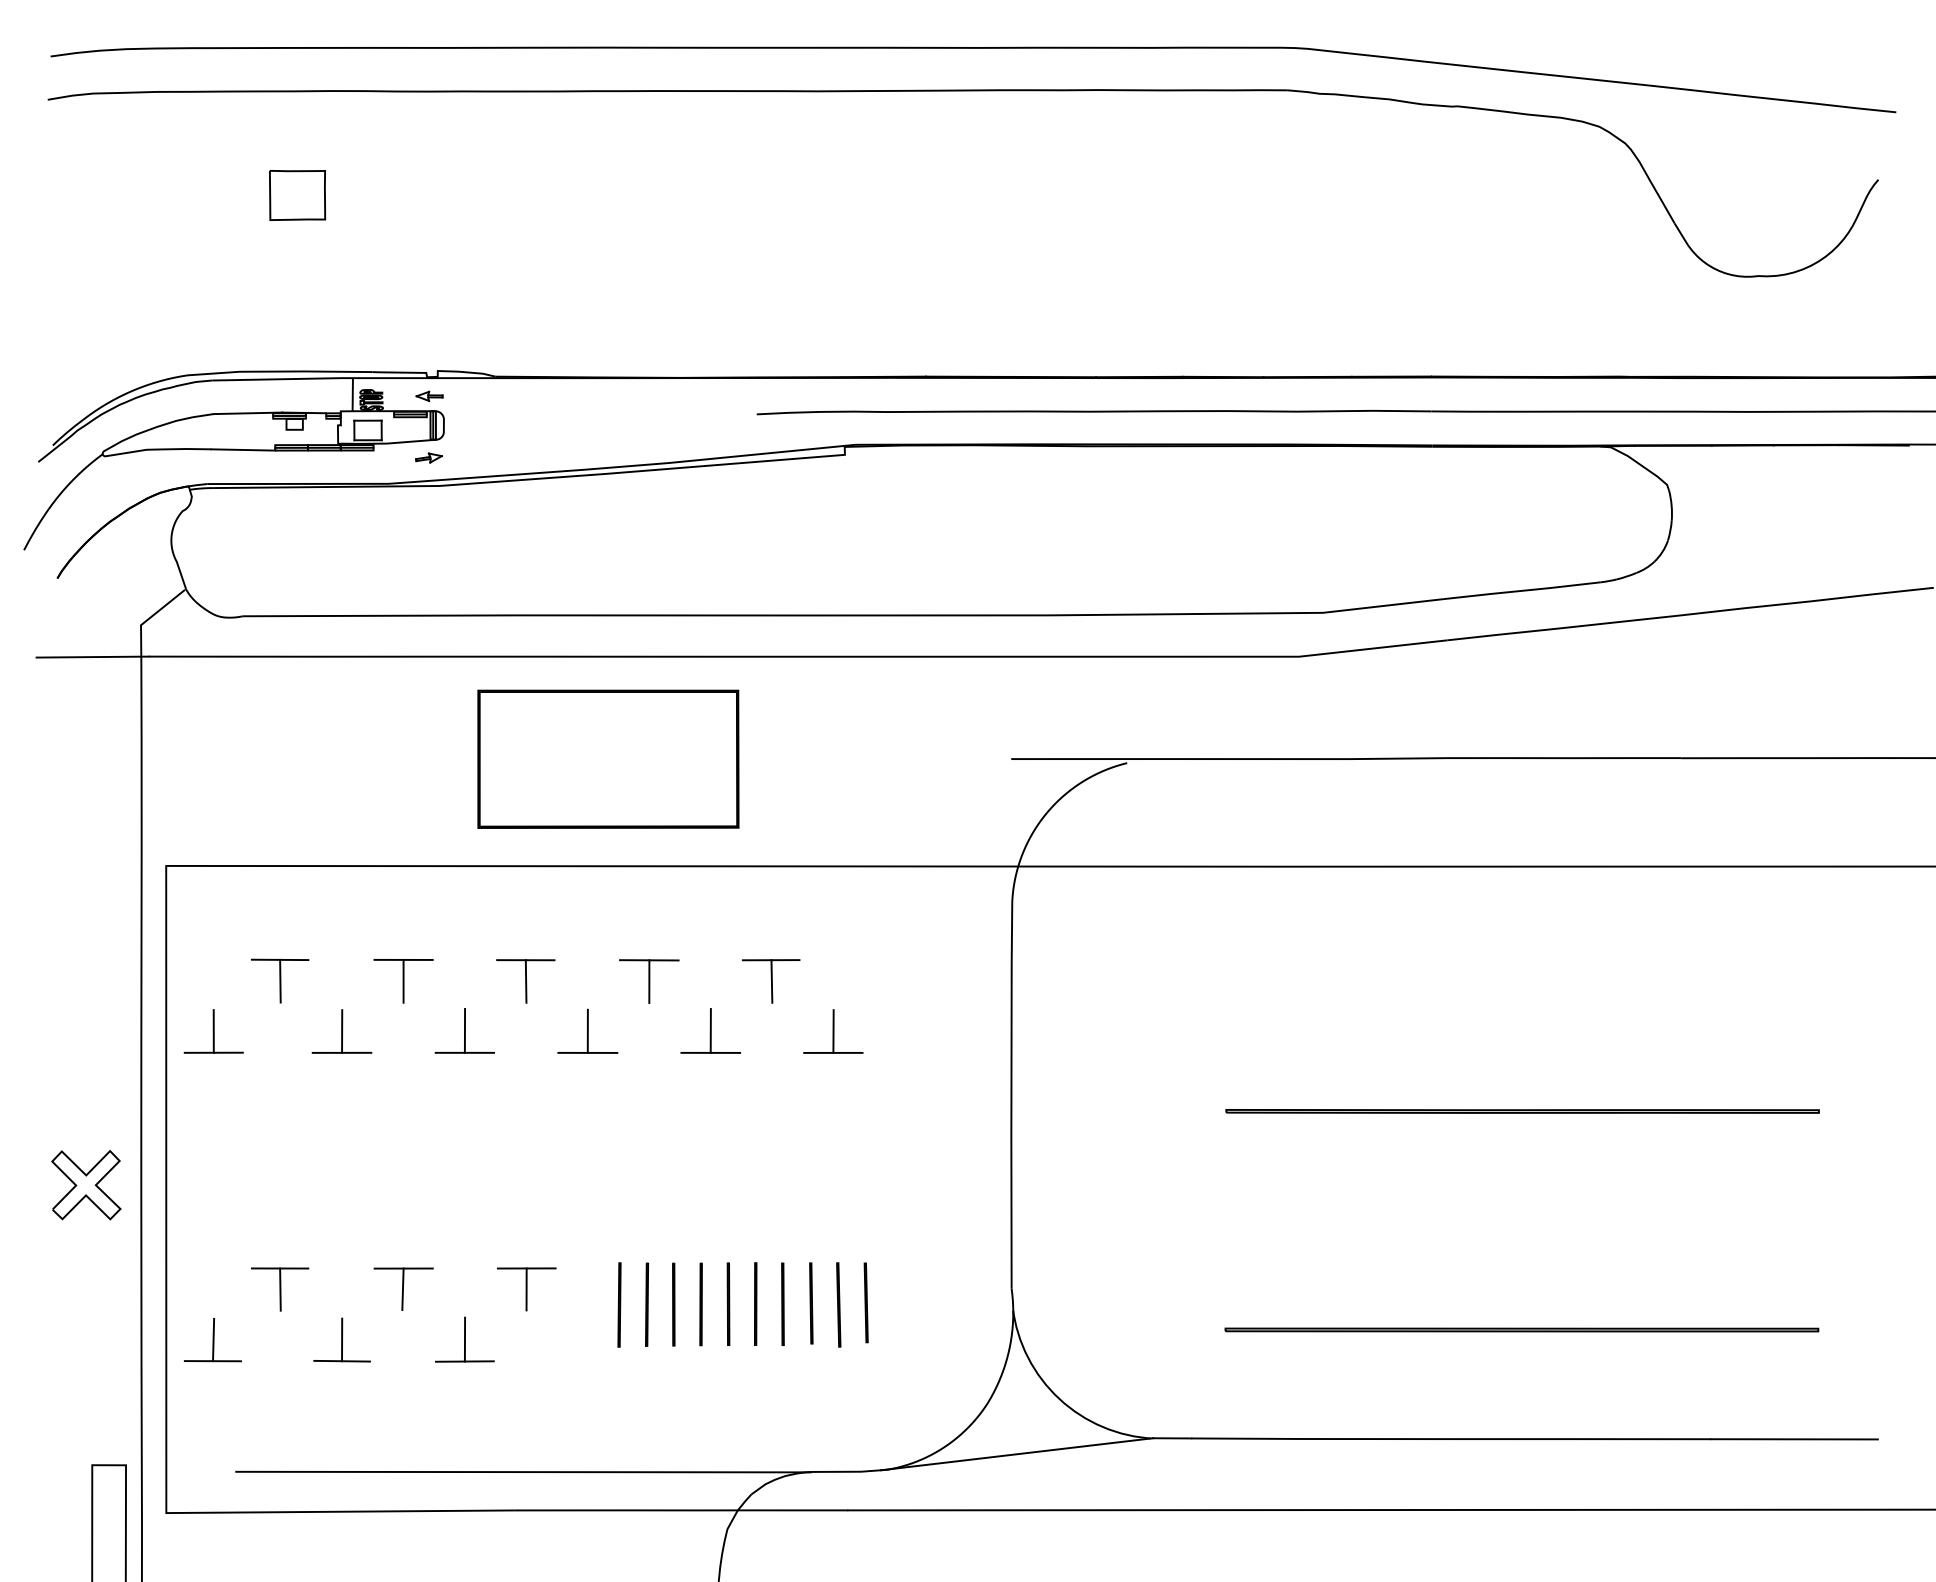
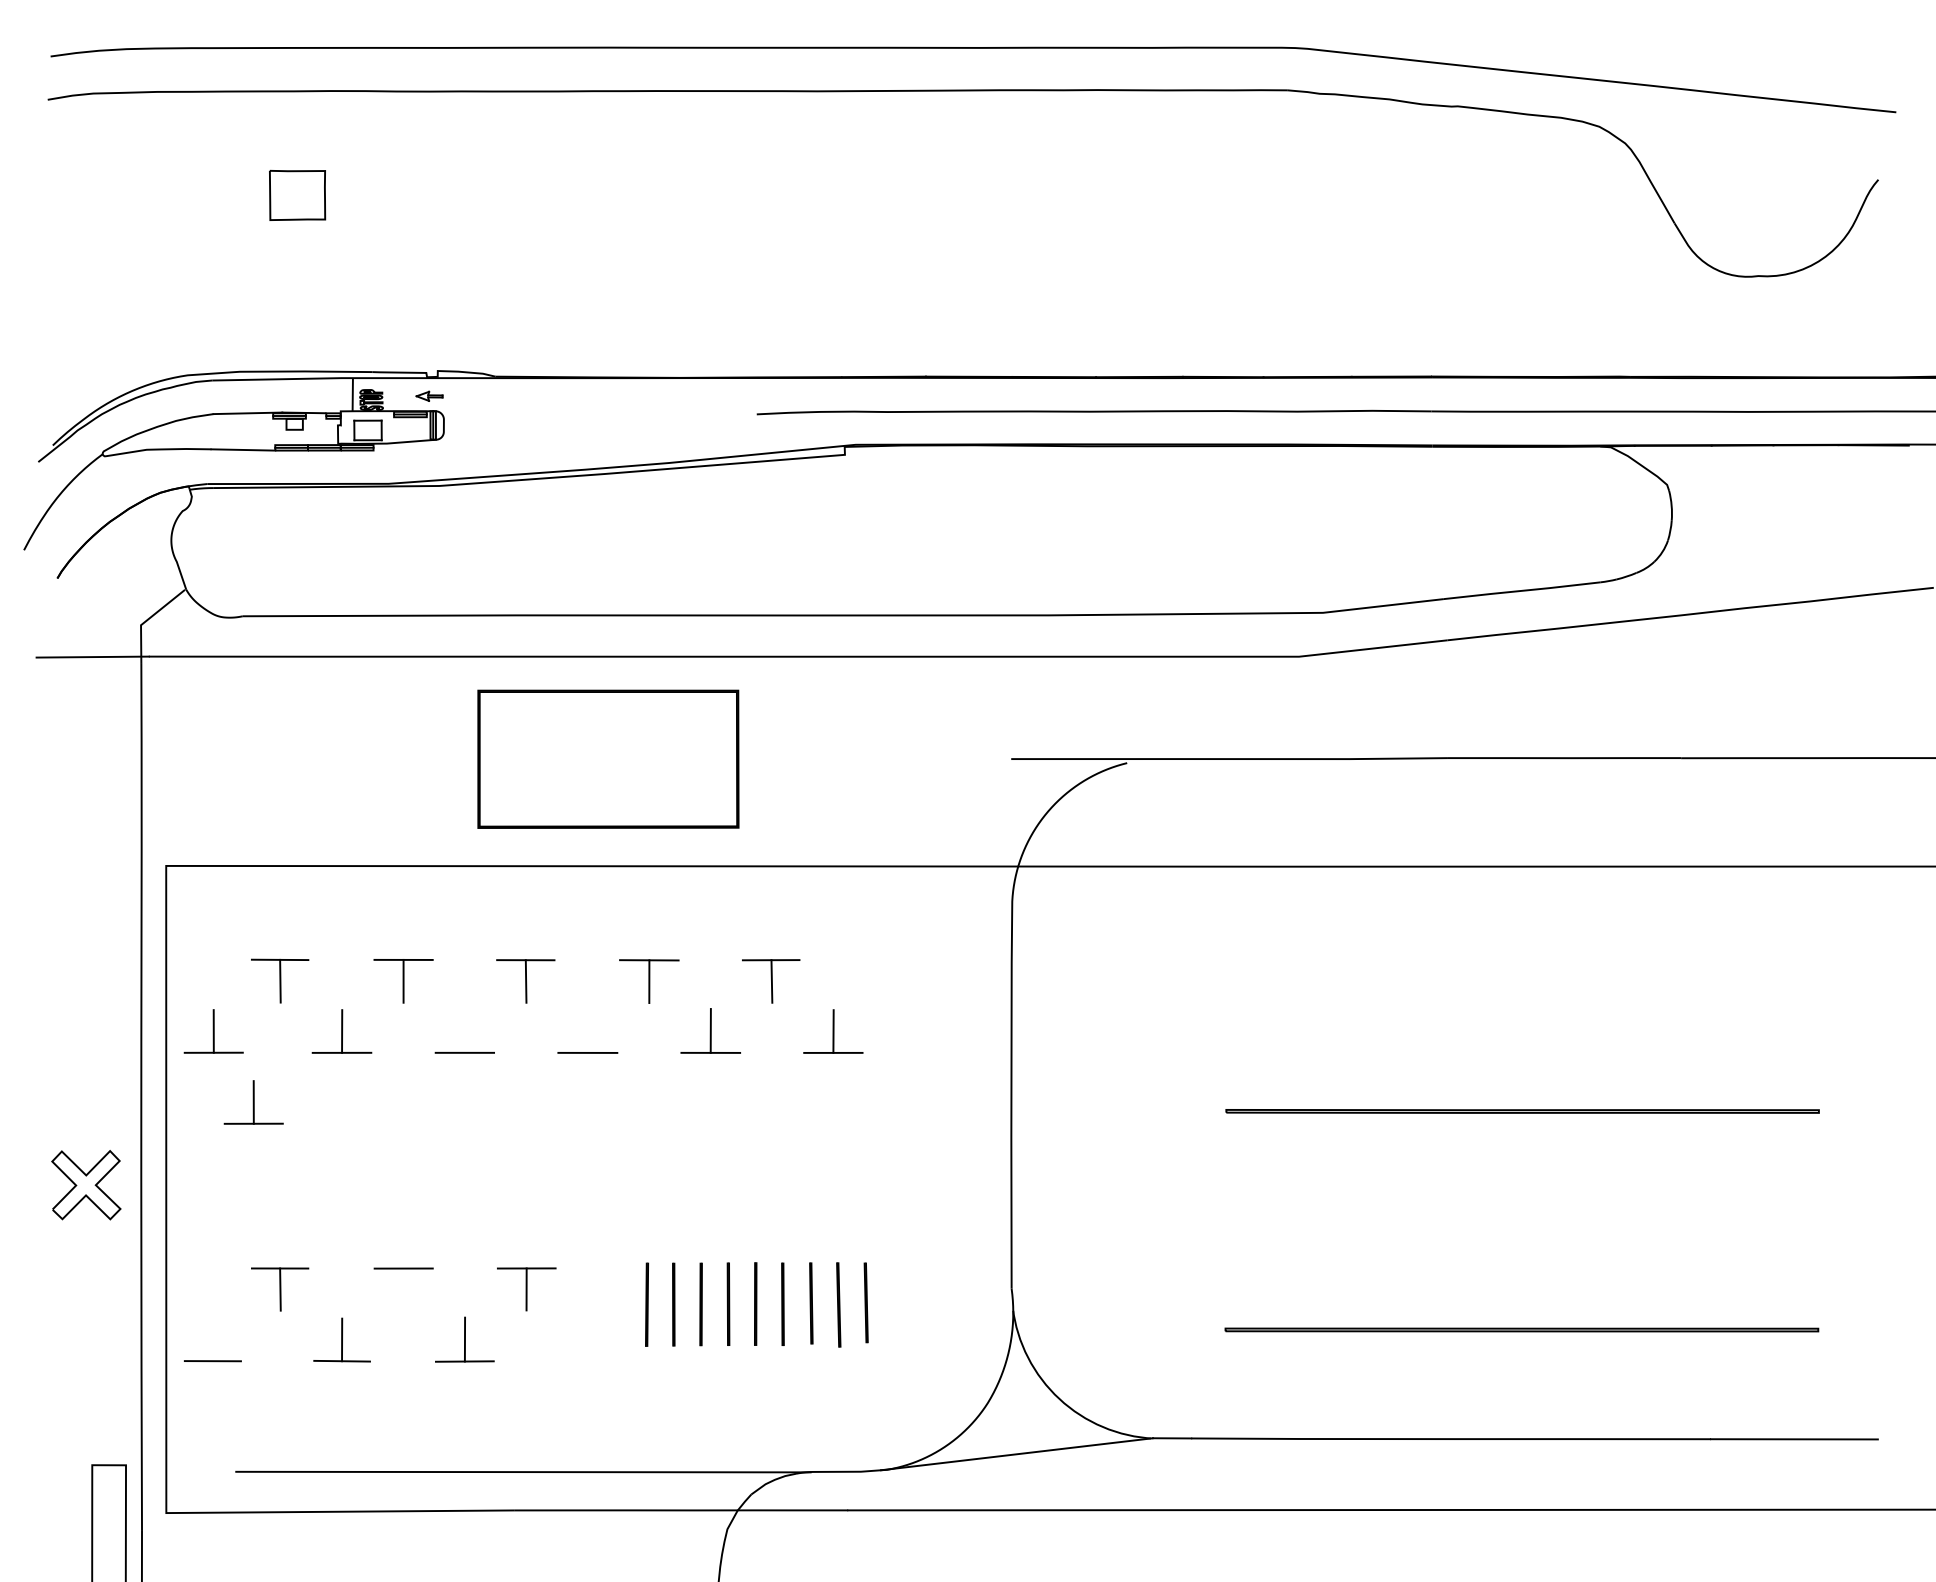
part at (428, 457): present -> none
line at (464, 1030): present -> none
line at (587, 1030): present -> none
part at (253, 1102): none -> present
line at (402, 1288): present -> none
line at (619, 1304): present -> none
line at (213, 1339): present -> none
